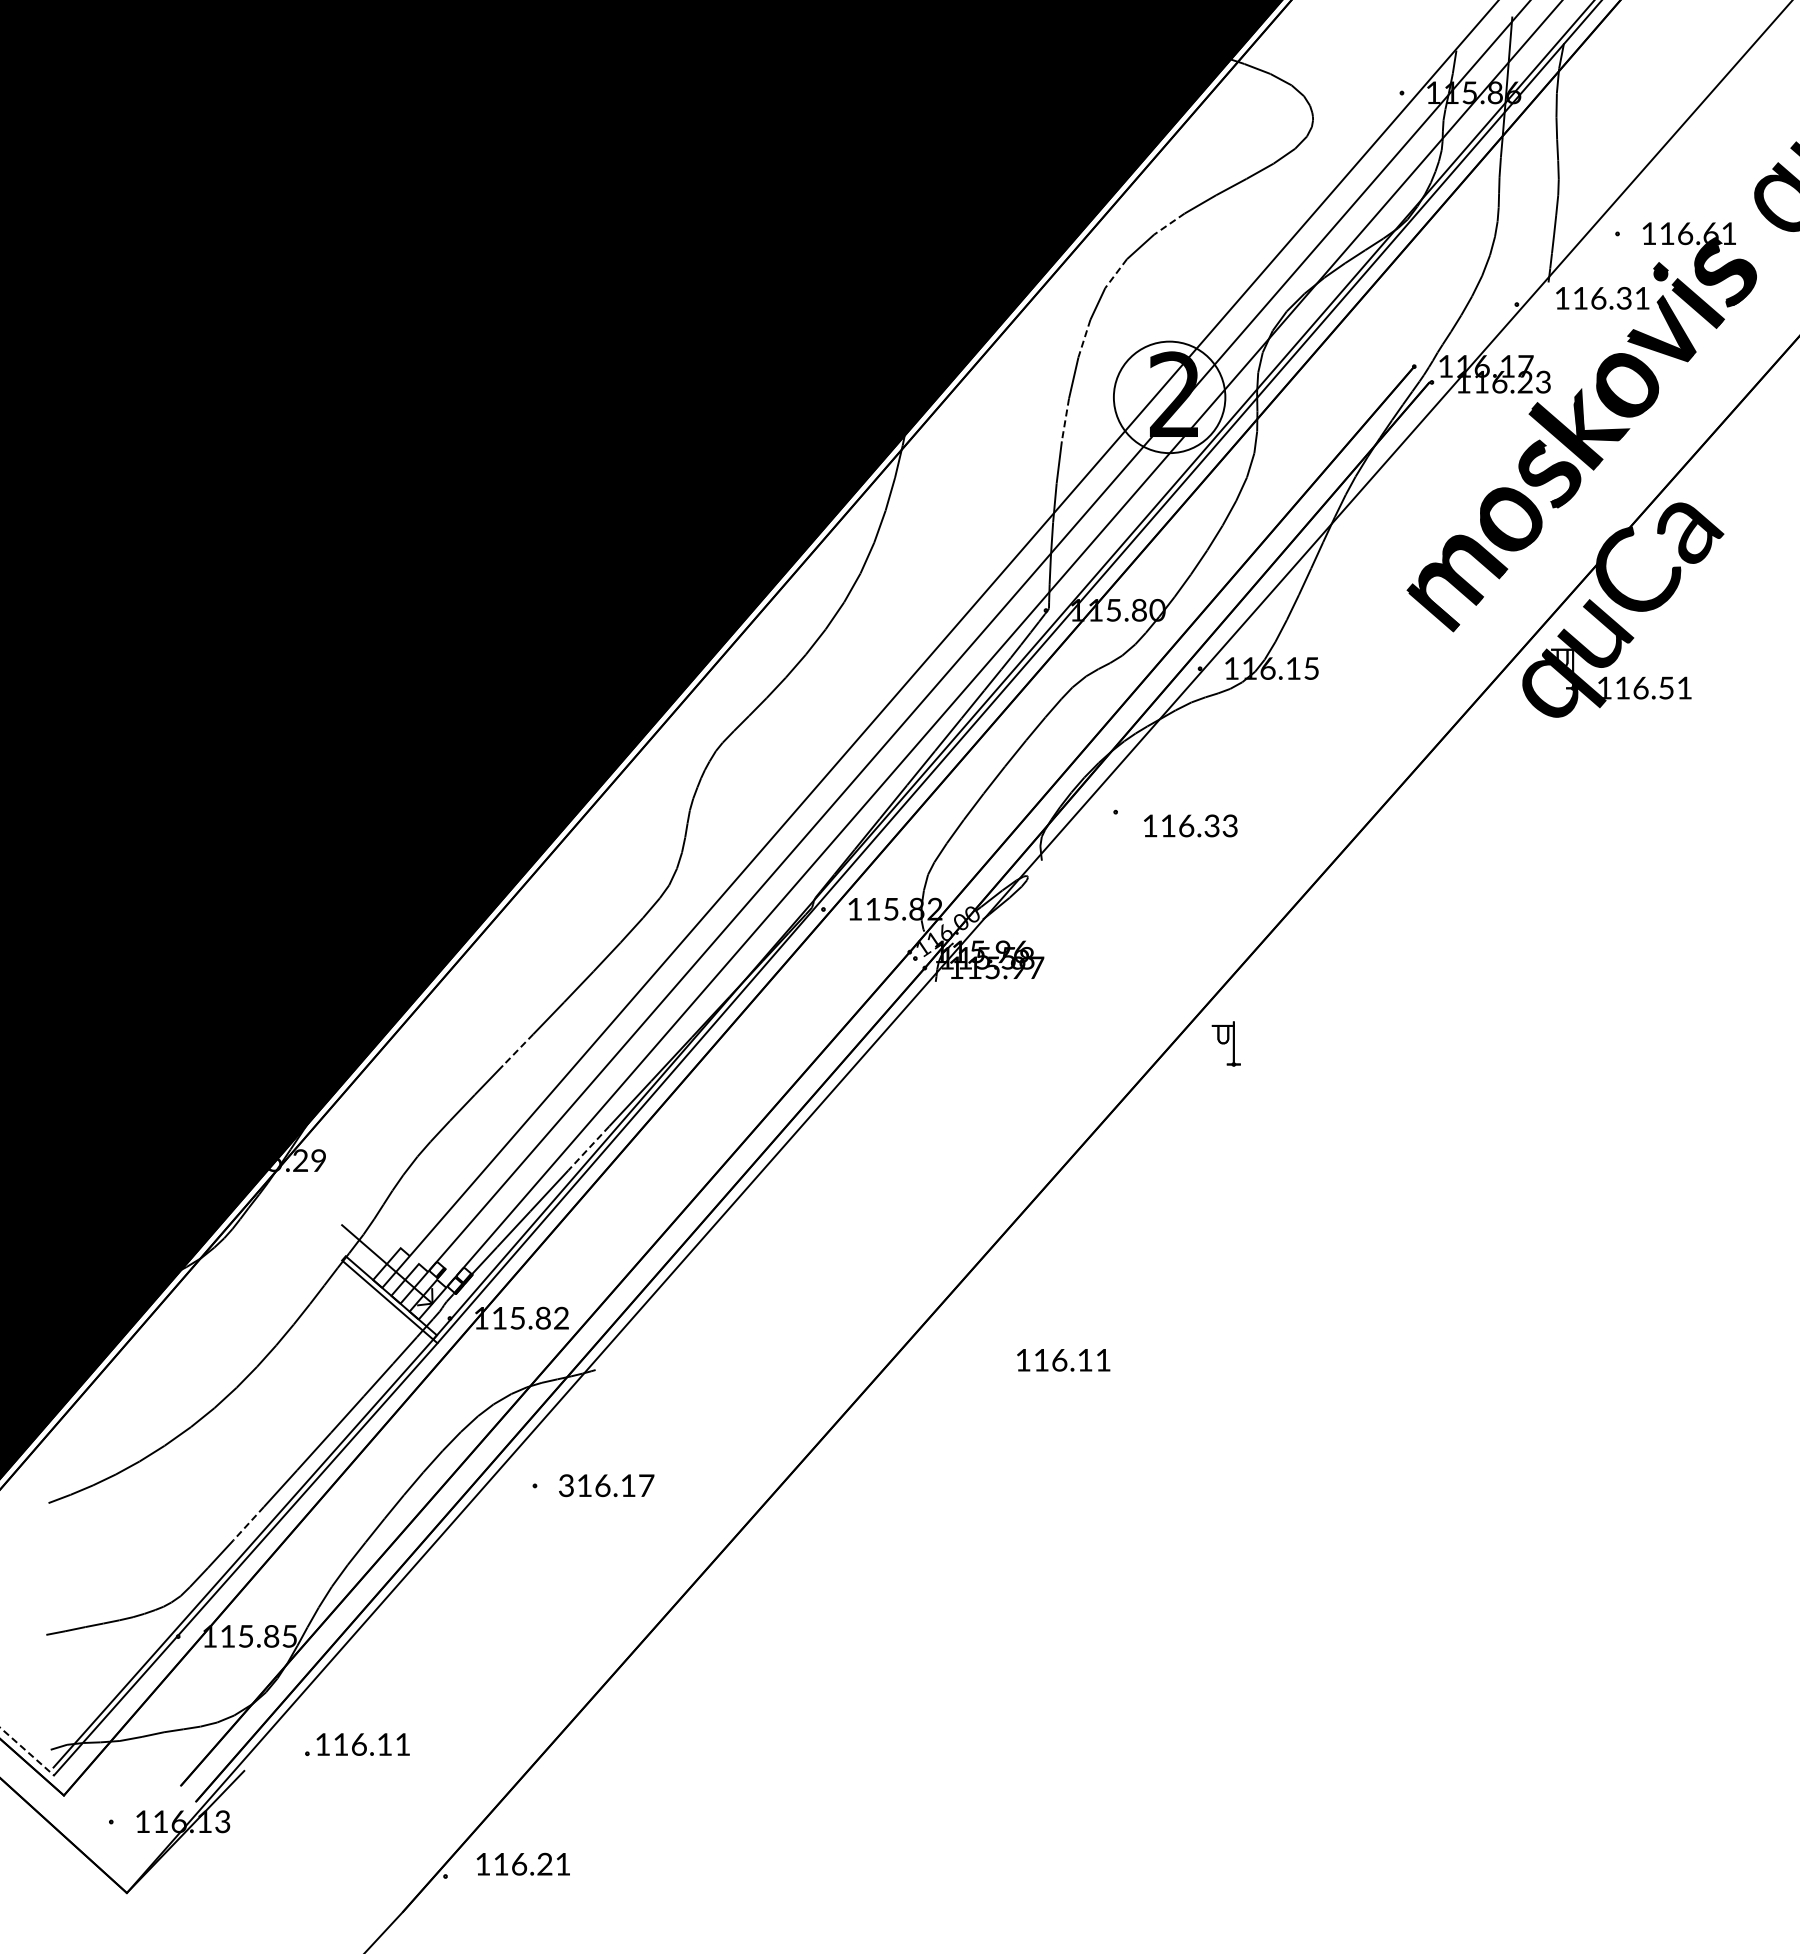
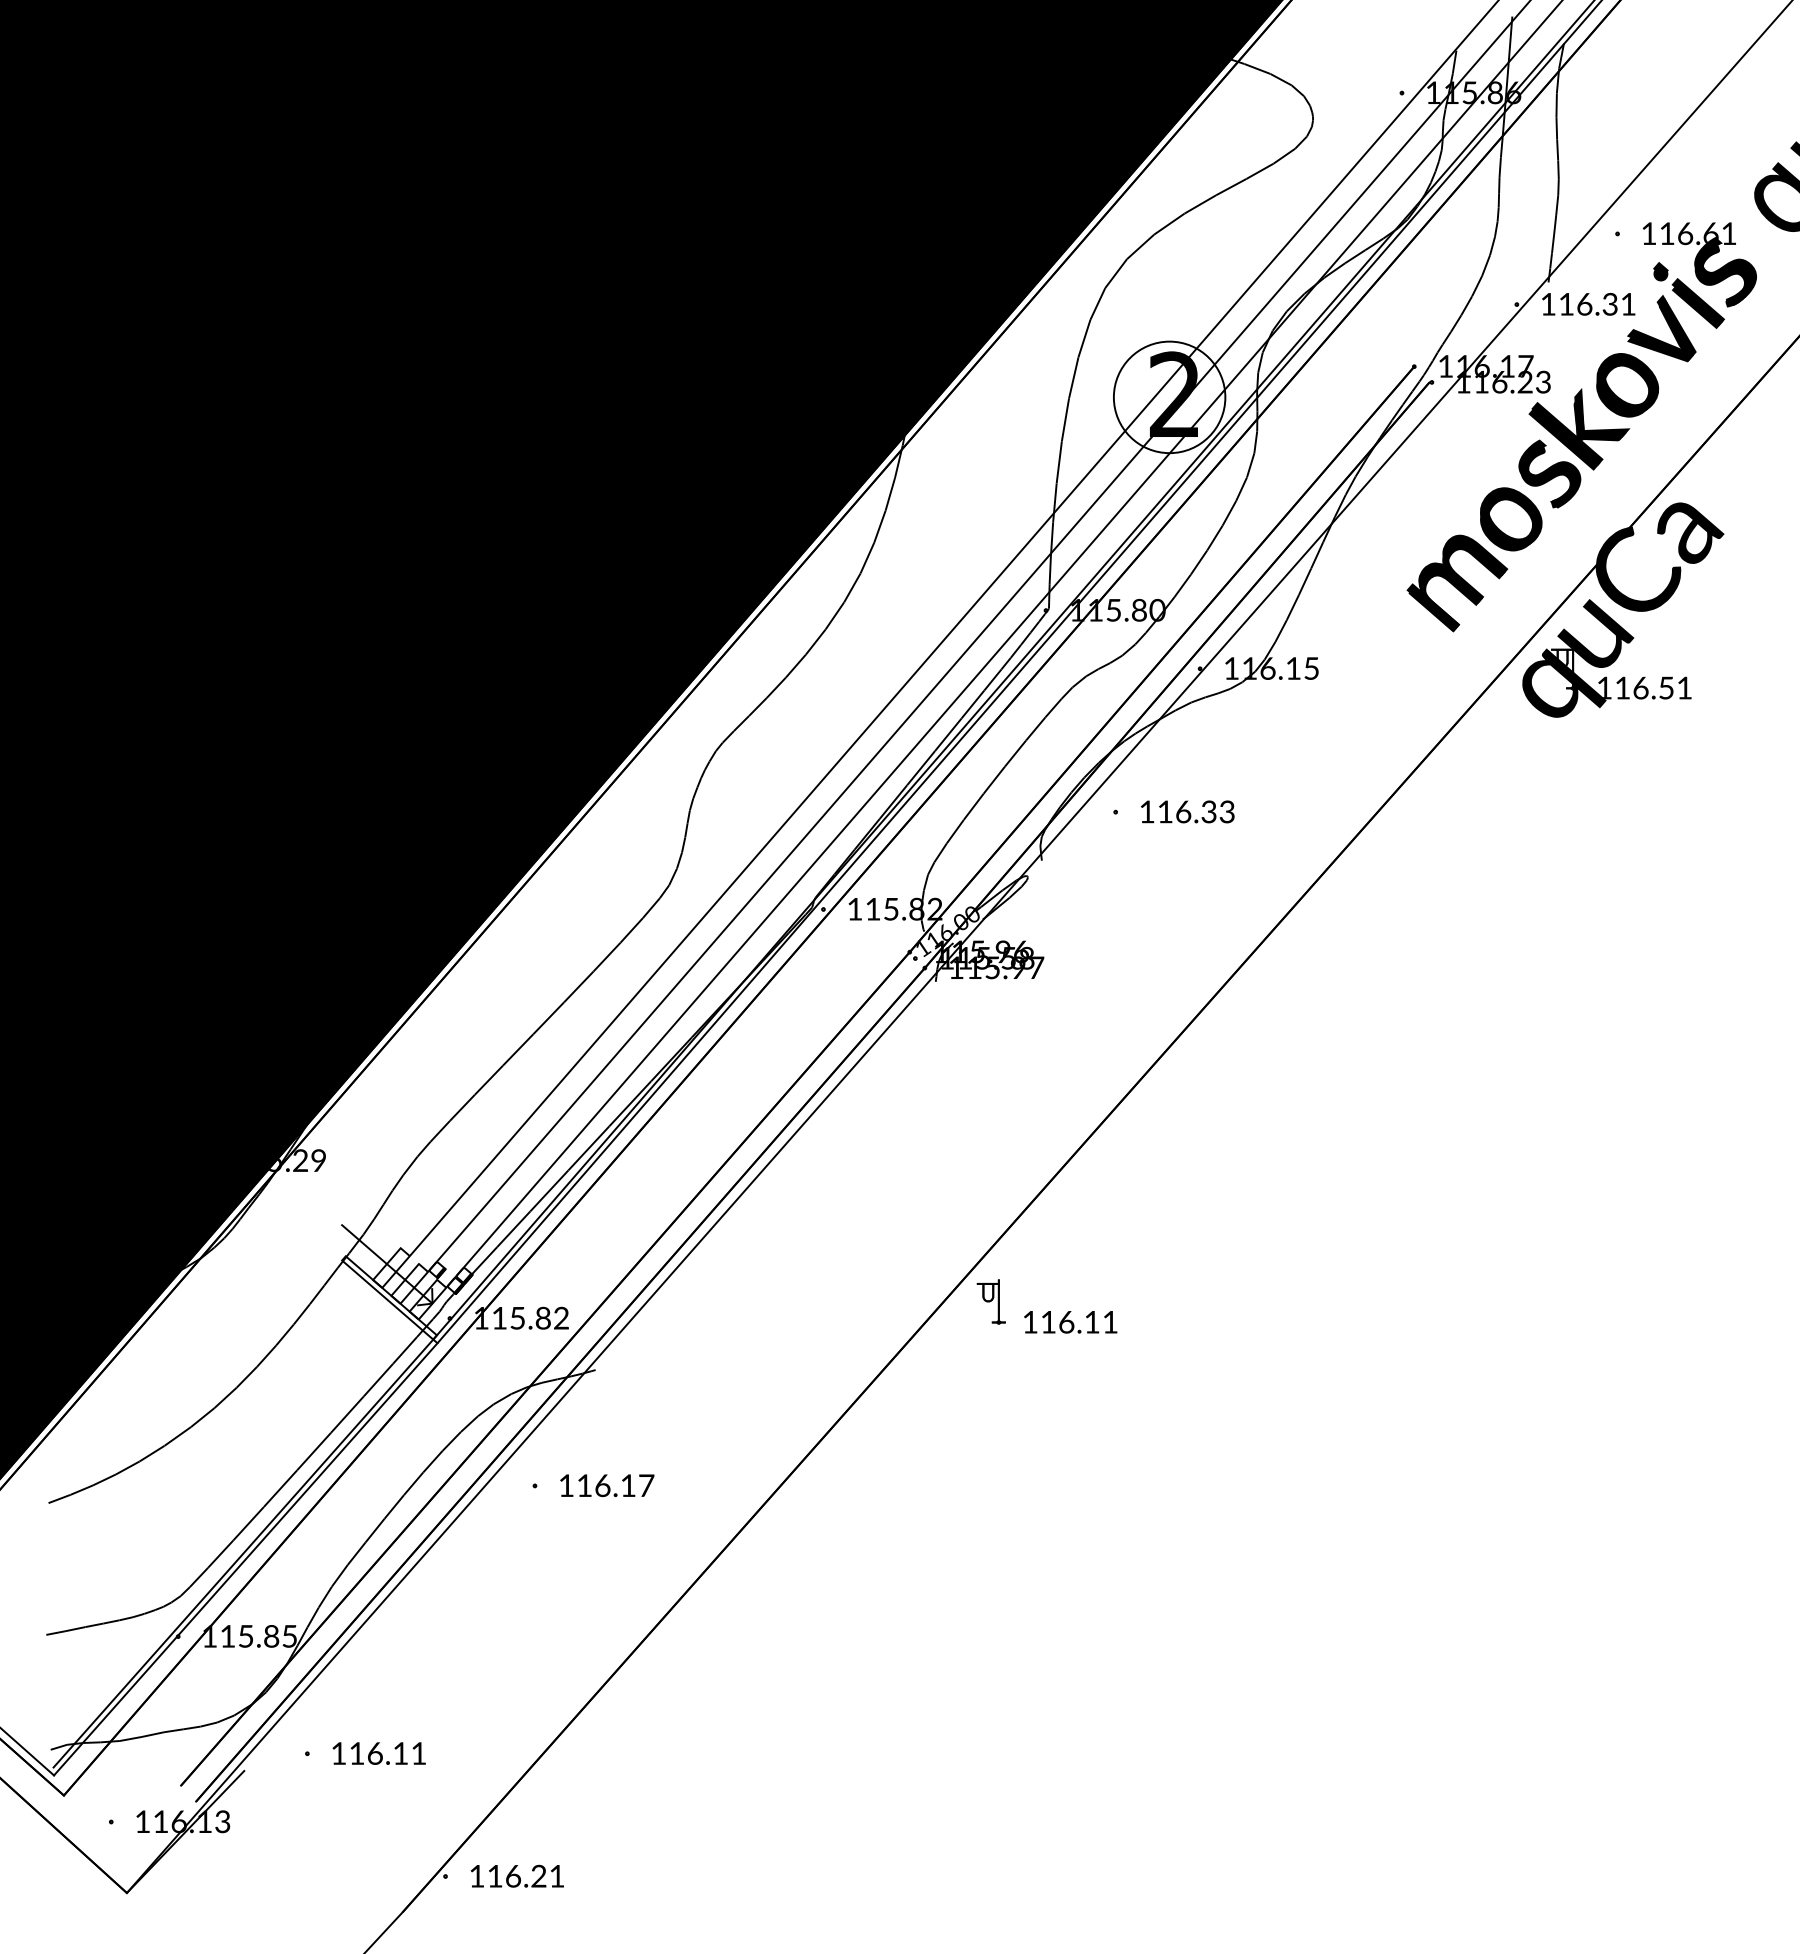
line at (1169, 224): dashed -> solid
line at (1115, 274): dashed -> solid
text at (1602, 298) position: (1602, 298) -> (1588, 304)
line at (1084, 338): dashed -> solid
line at (1065, 420): dashed -> solid
text at (1190, 825) position: (1190, 825) -> (1187, 811)
part at (1225, 1043) position: (1225, 1043) -> (990, 1301)
line at (518, 1049): dashed -> solid
line at (588, 1148): dashed -> solid
text at (1063, 1360) position: (1063, 1360) -> (1070, 1322)
text at (566, 1485): 316.17 -> 116.17
line at (248, 1523): dashed -> solid
text at (362, 1744) position: (362, 1744) -> (378, 1753)
line at (27, 1751): dashed -> solid
text at (522, 1863) position: (522, 1863) -> (516, 1875)
